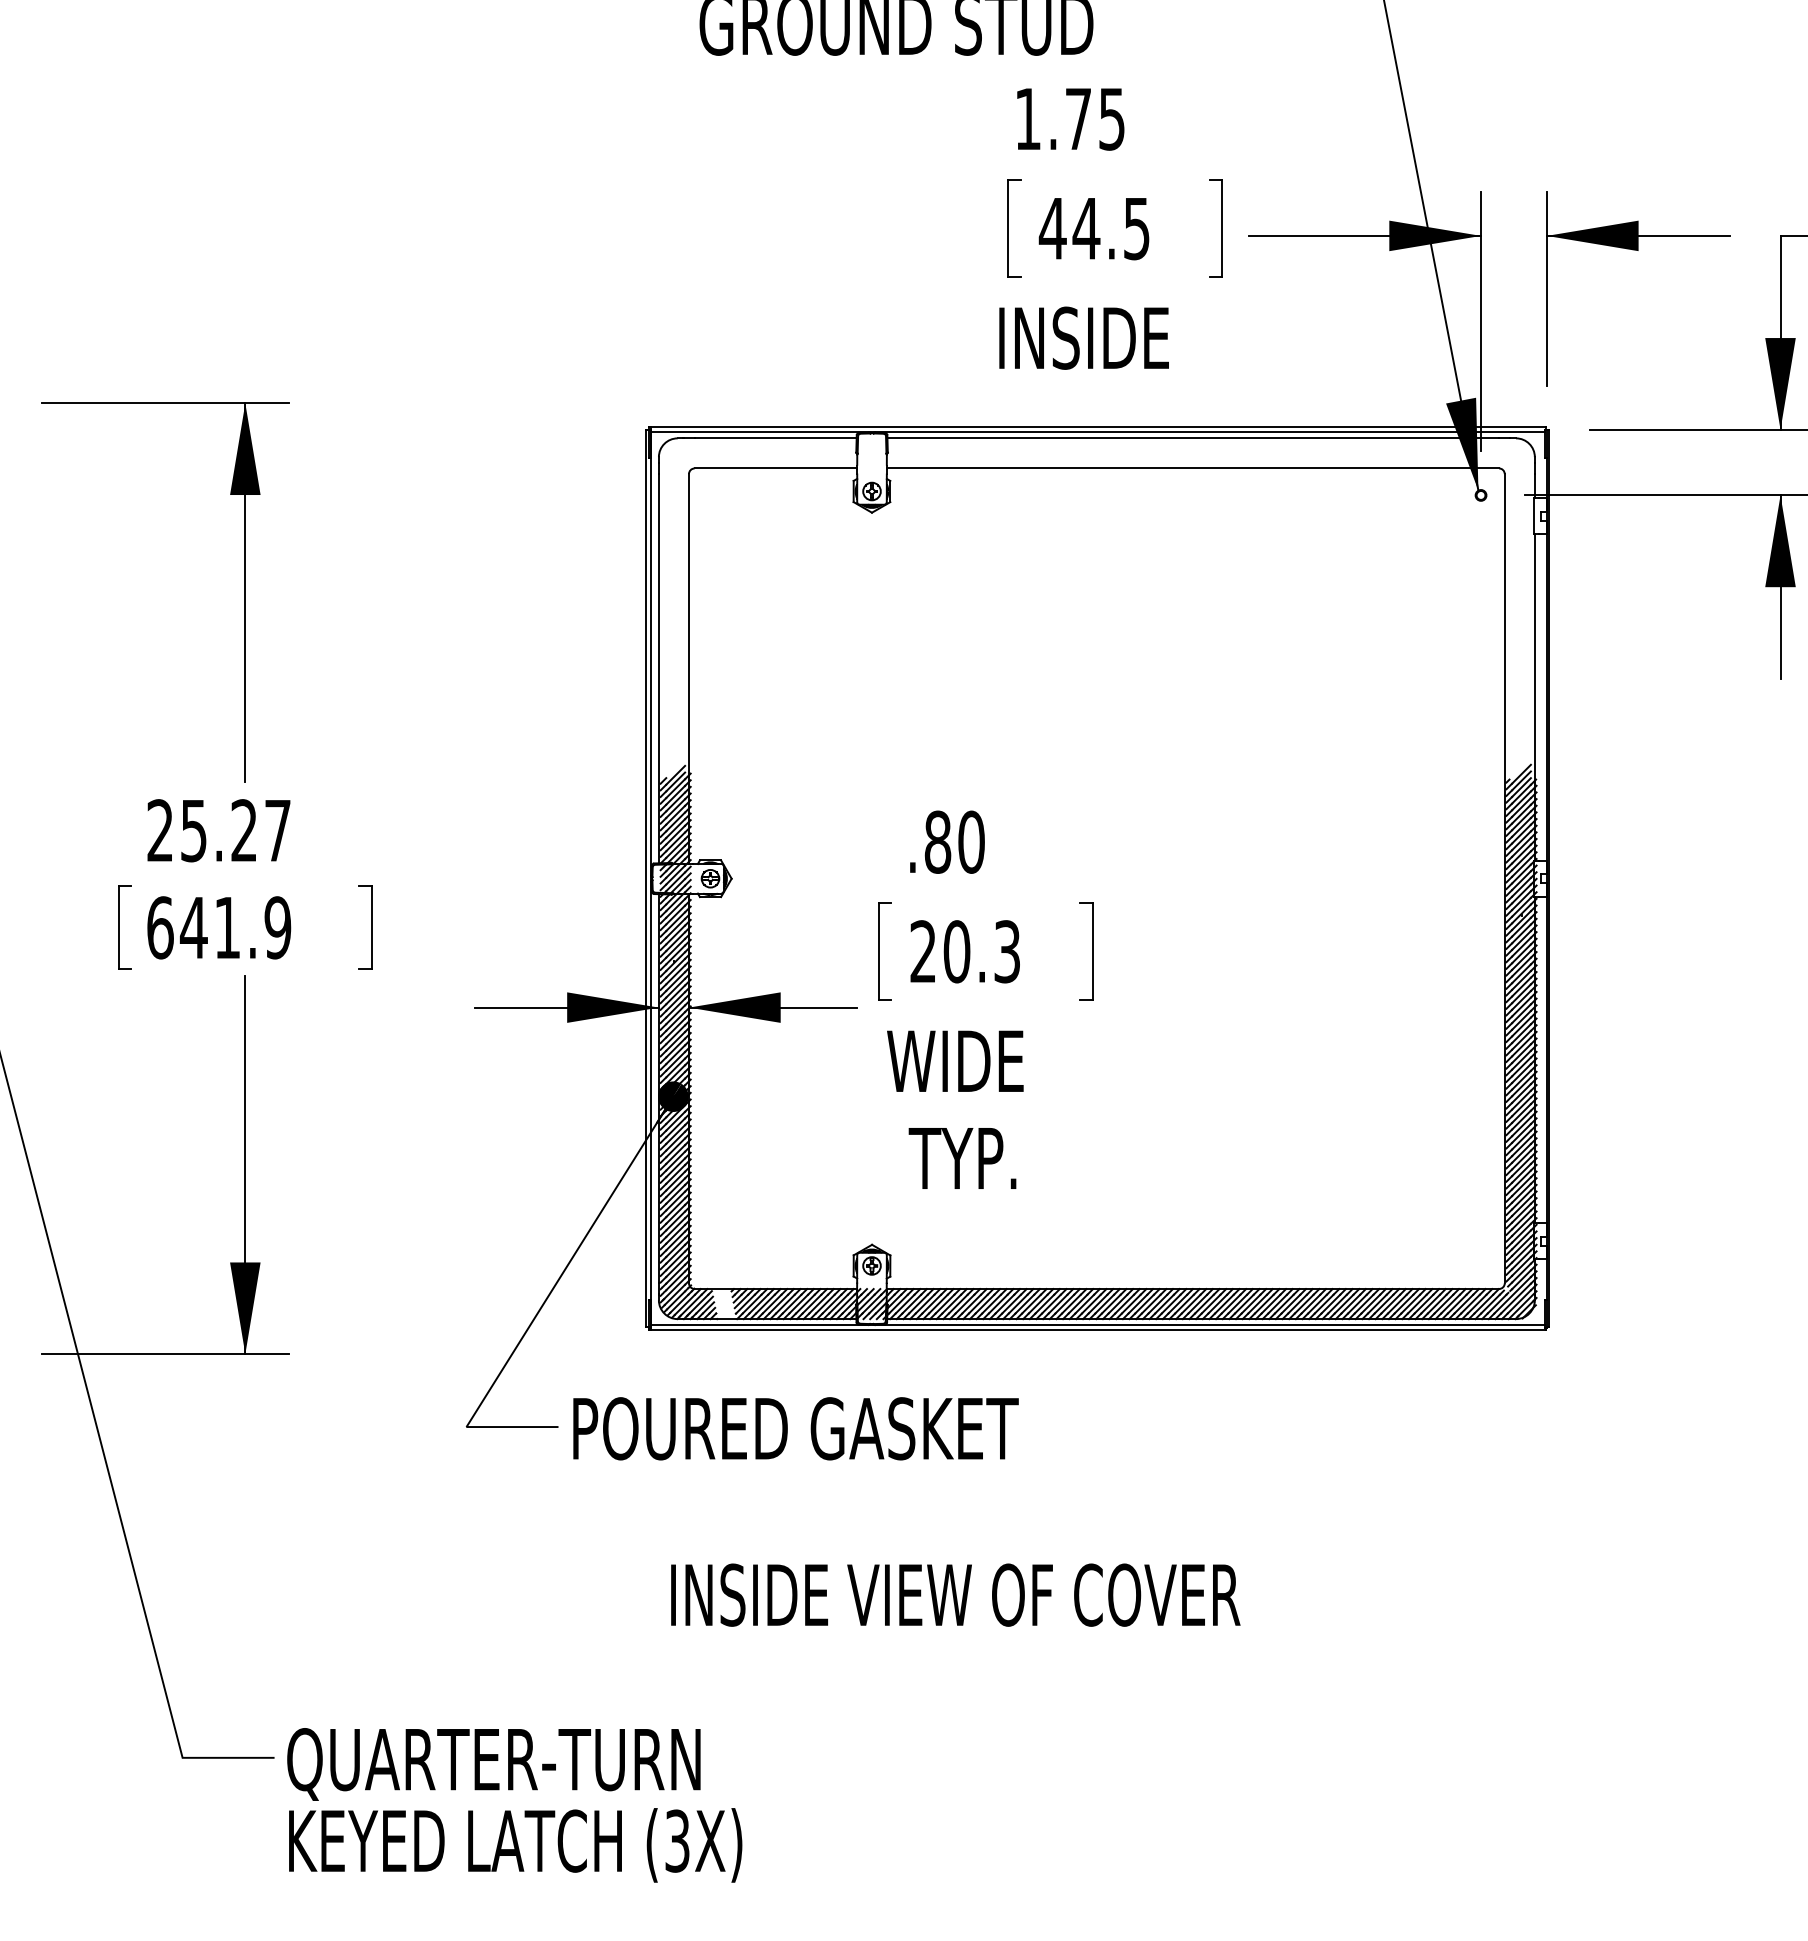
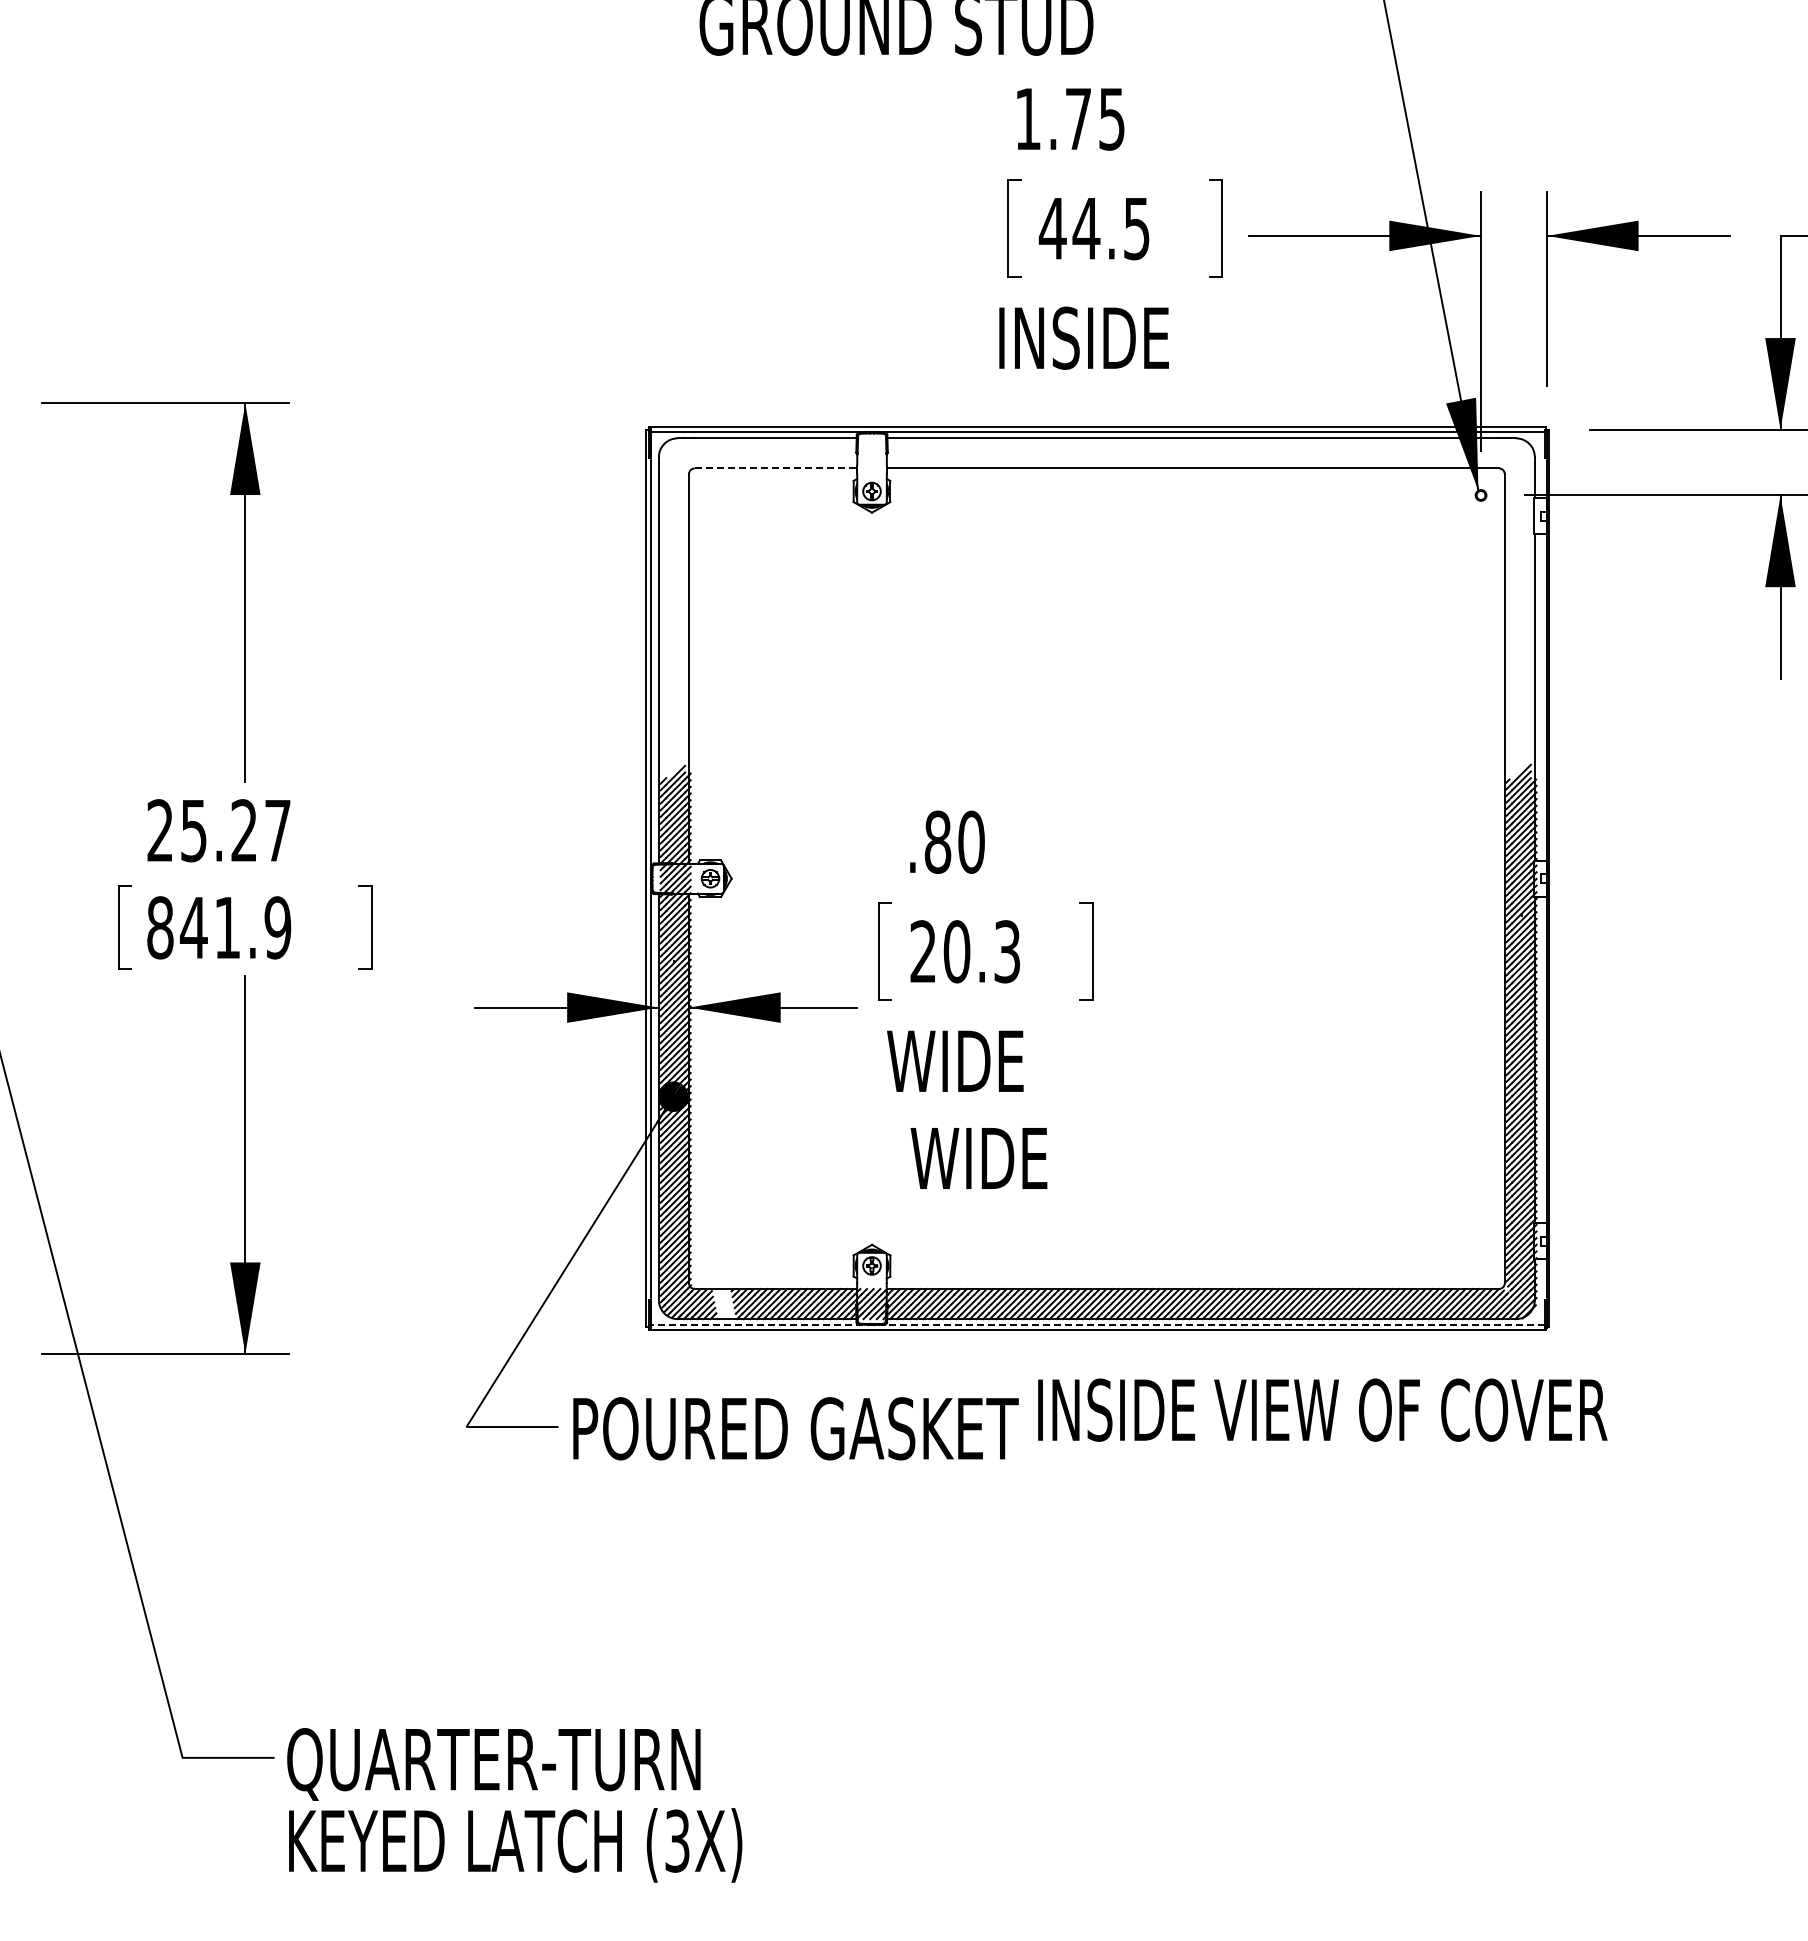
line at (776, 468): solid -> dashed
text at (160, 927): 641.9 -> 841.9
text at (977, 1158): TYP. -> WIDE
line at (1098, 1325): solid -> dashed
text at (955, 1594) position: (955, 1594) -> (1322, 1409)
